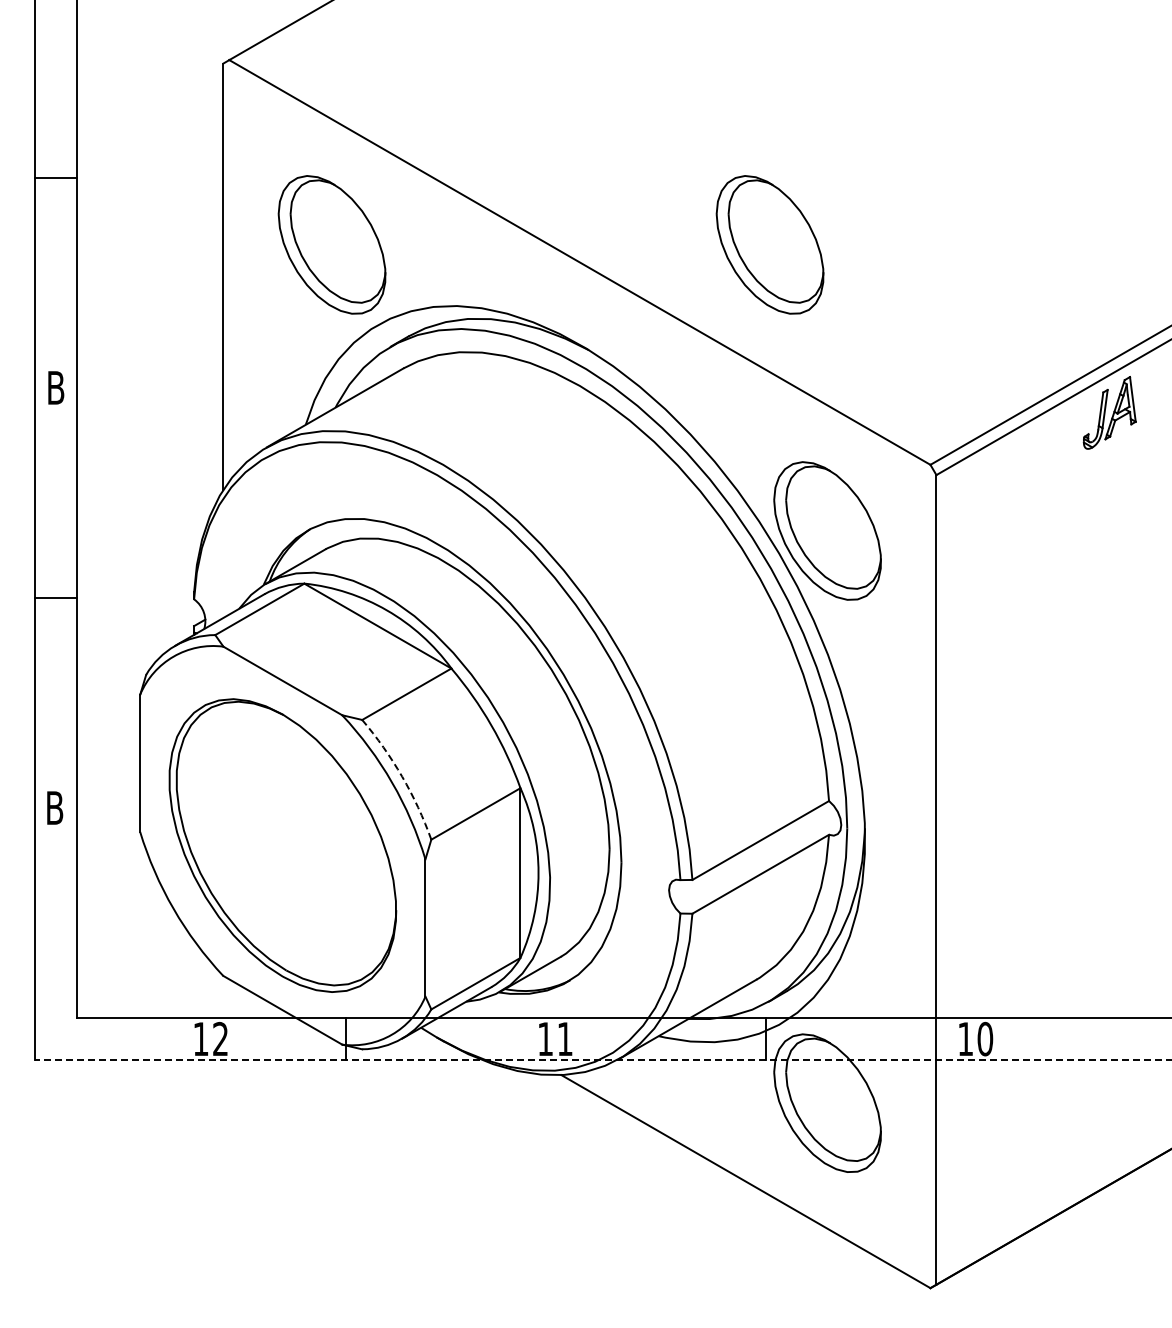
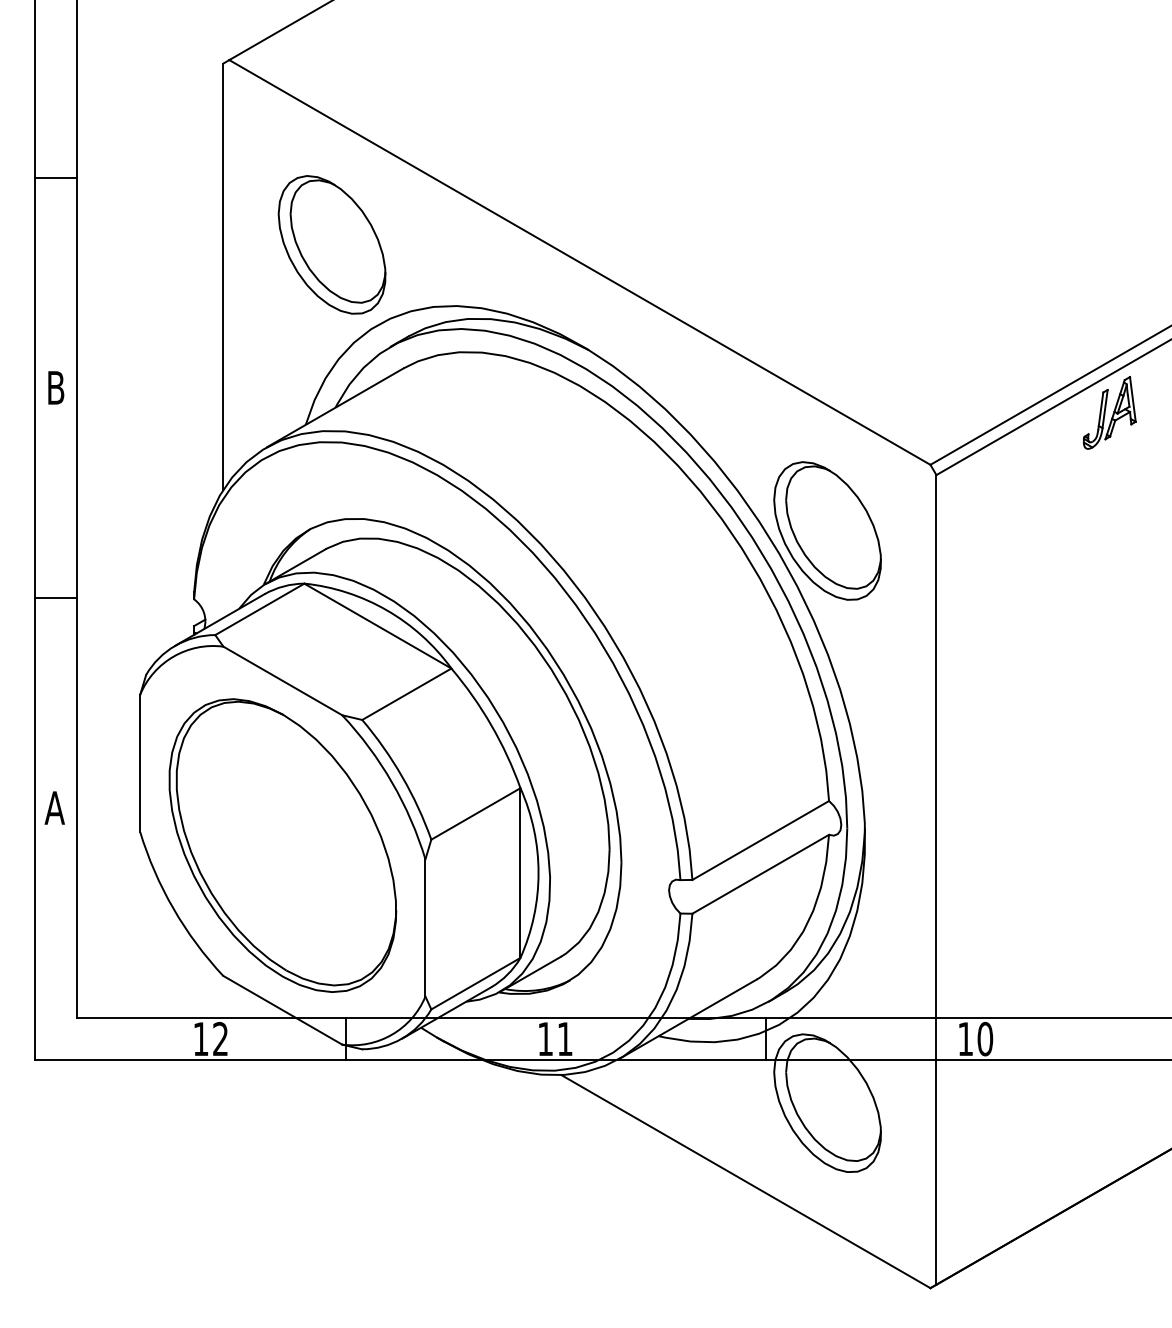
part at (769, 244): present -> none
arc at (402, 776): dashed -> solid
text at (54, 807): B -> A
line at (603, 1060): dashed -> solid
